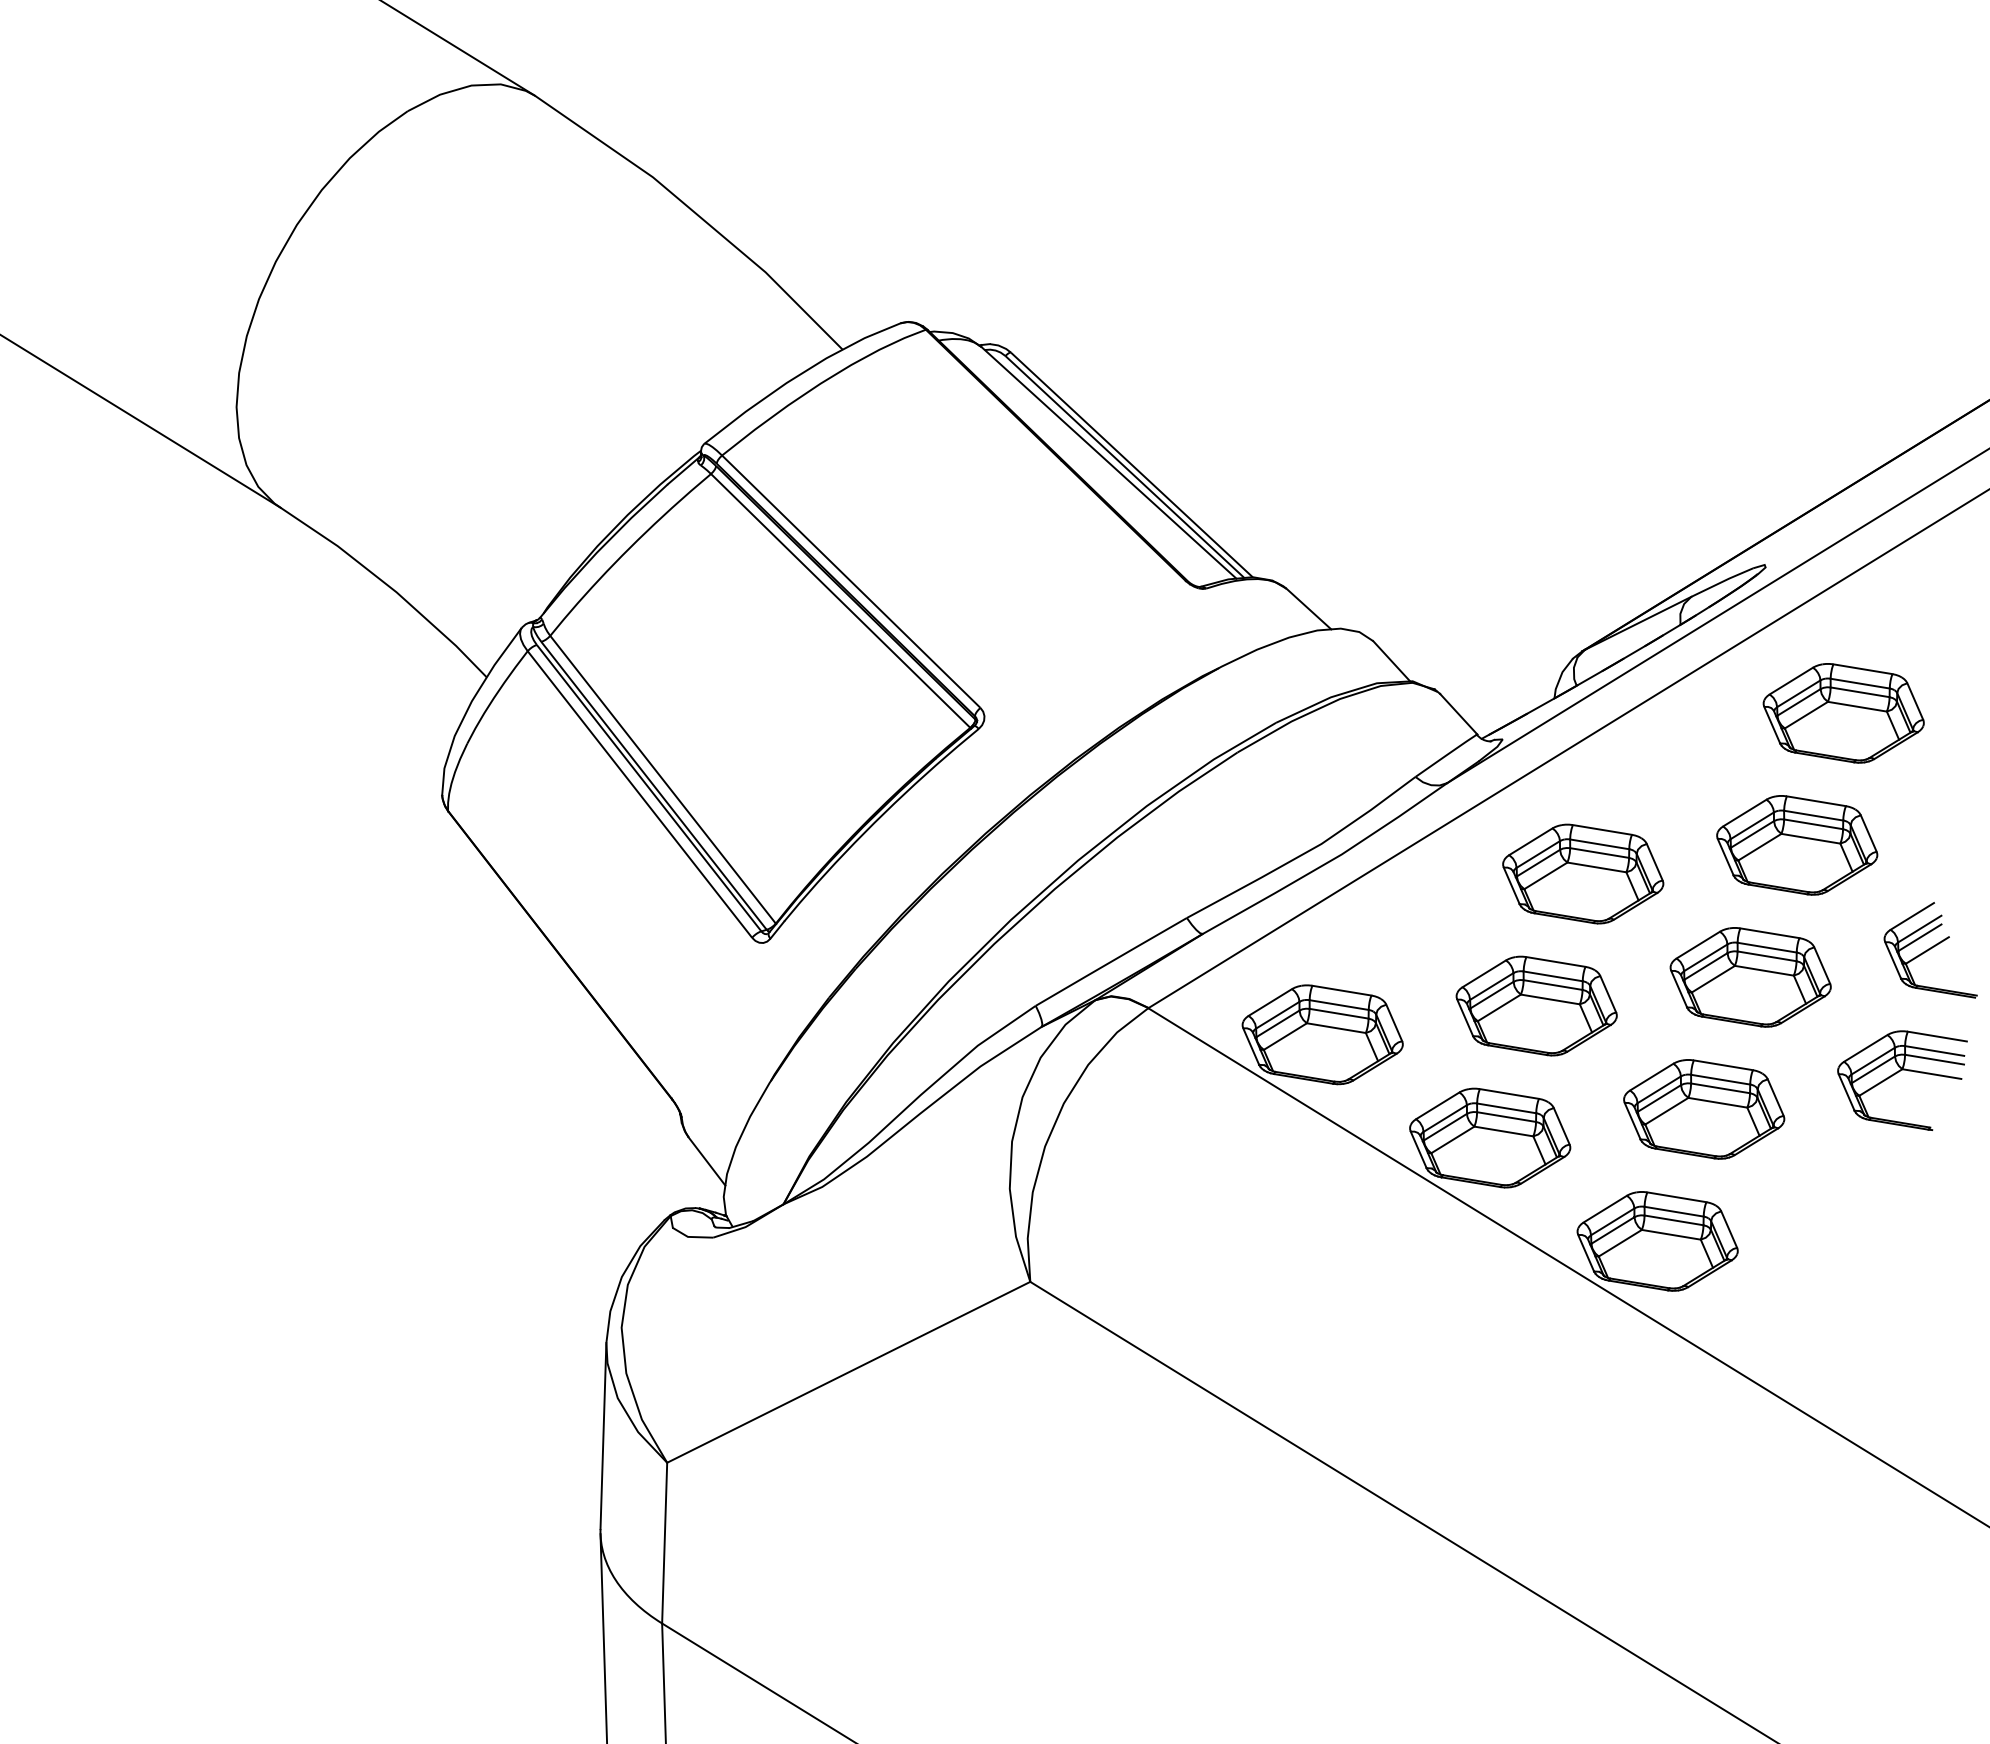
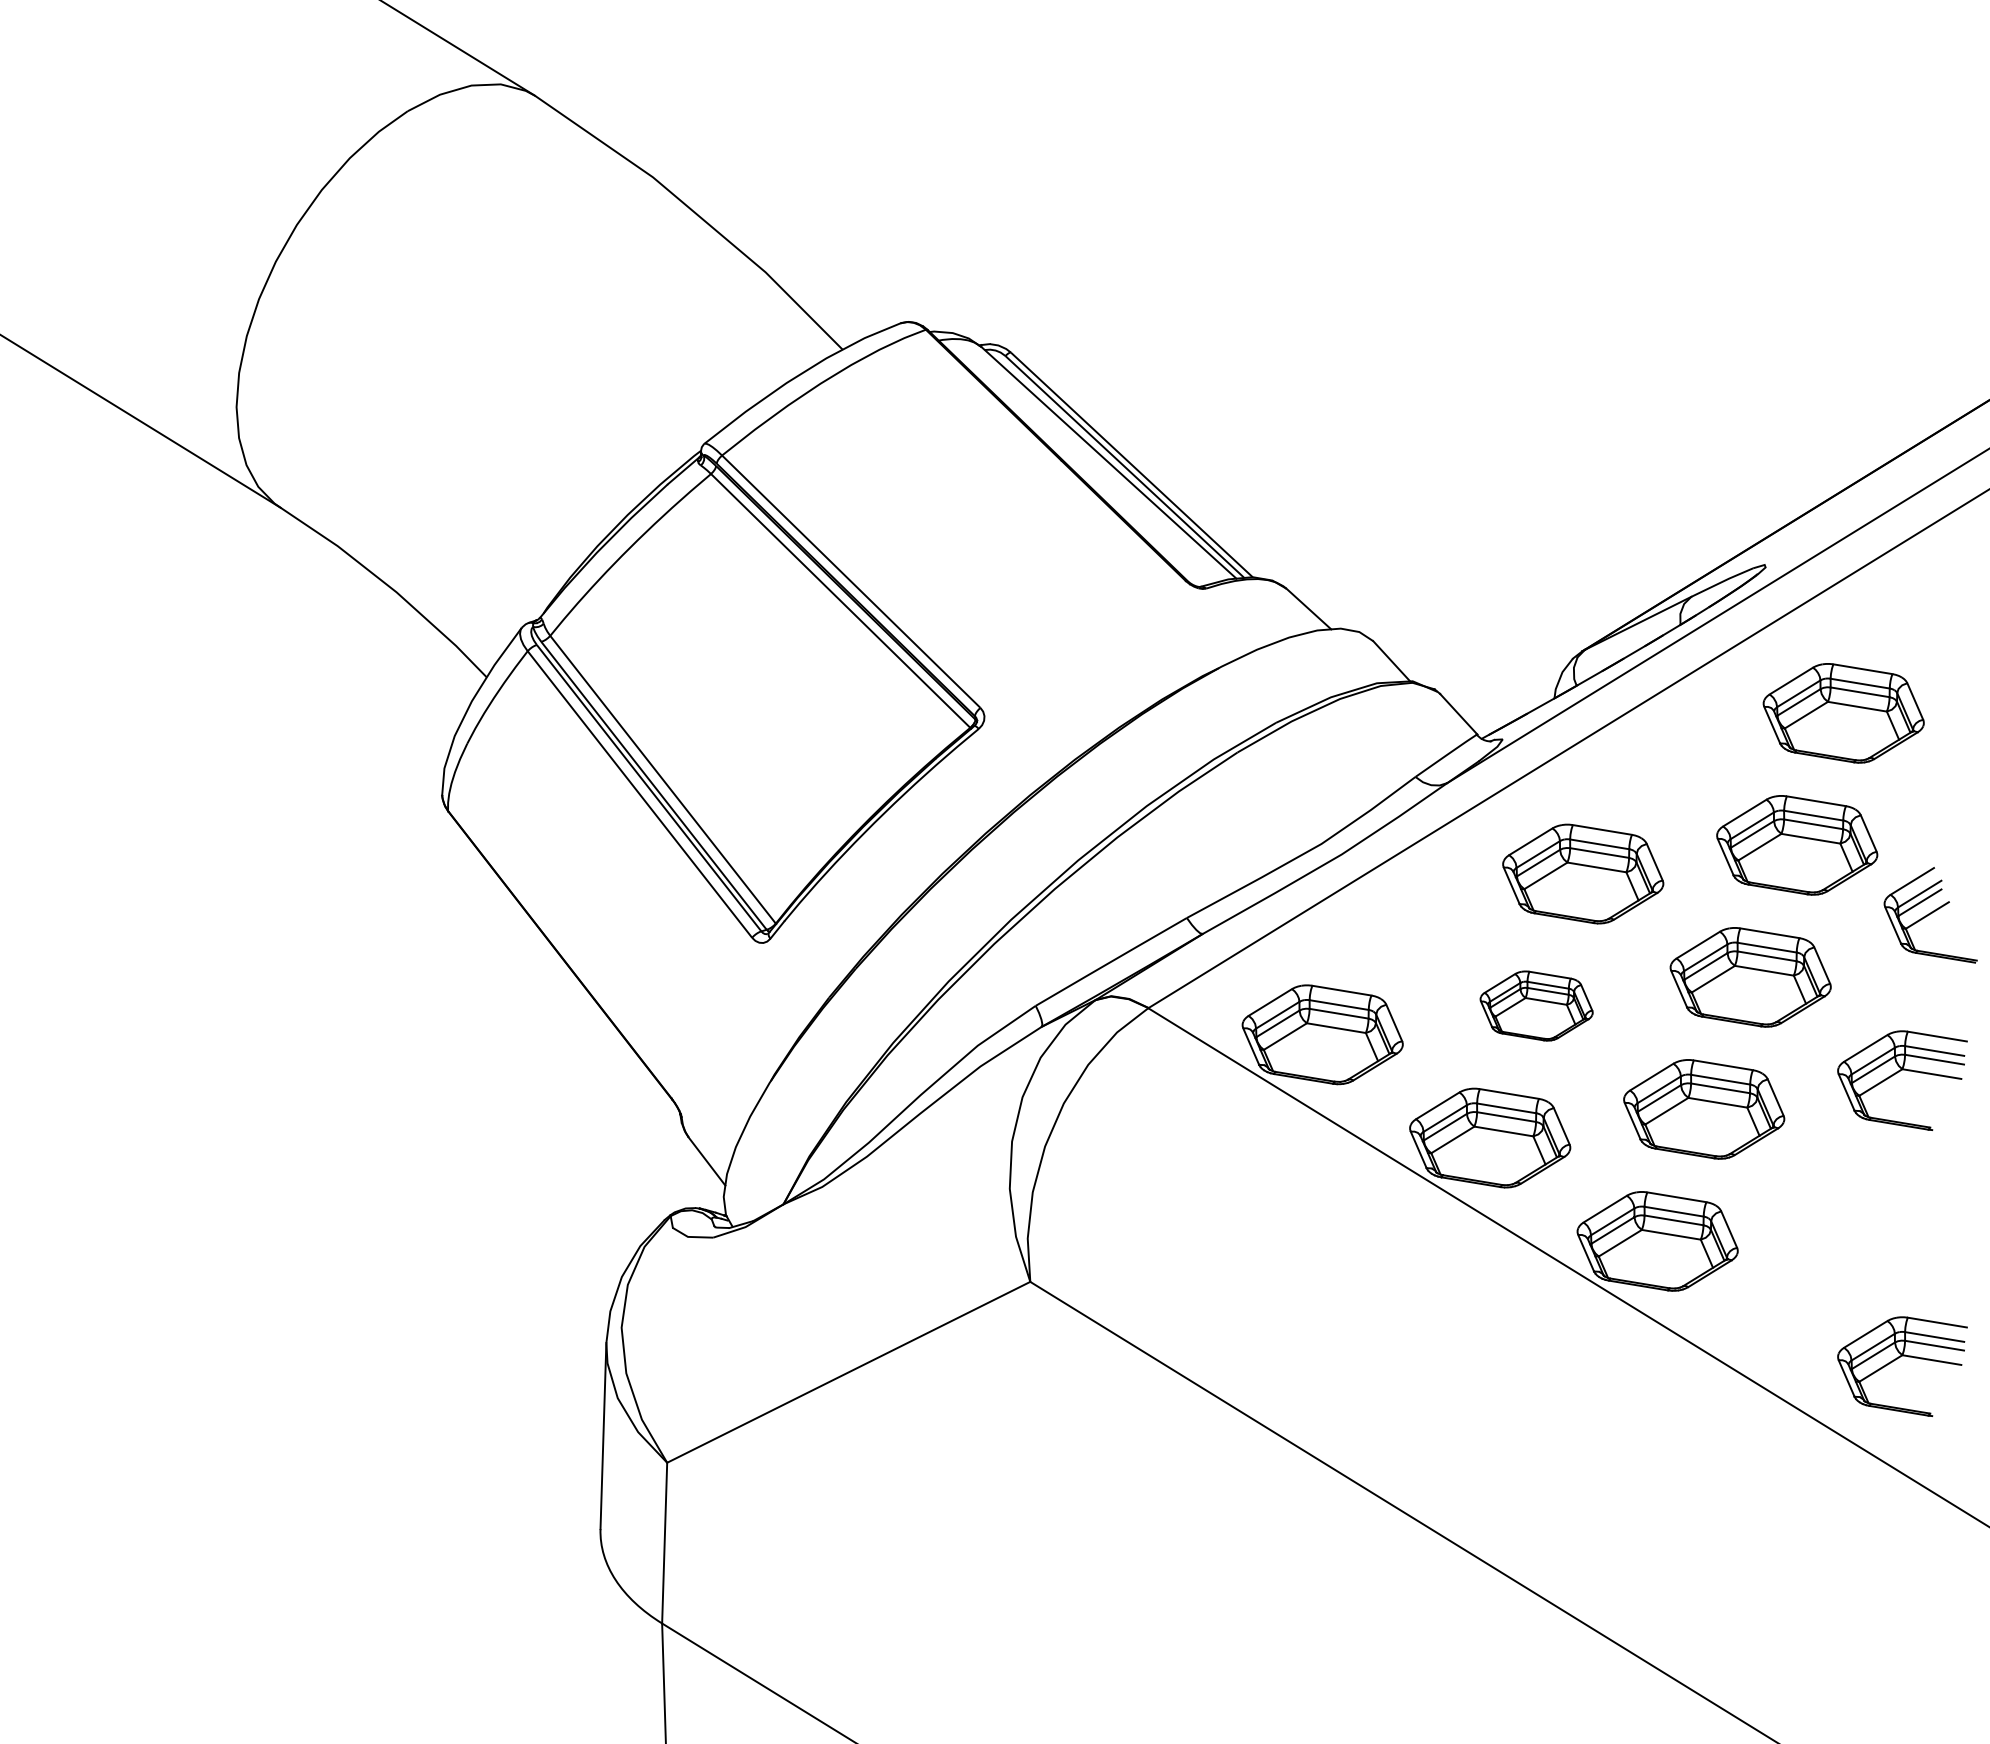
part at (1930, 950) position: (1930, 950) -> (1930, 915)
part at (1536, 1005) size: 163x102 px -> 115x72 px
part at (1899, 1358): none -> present
line at (603, 1637): present -> none
